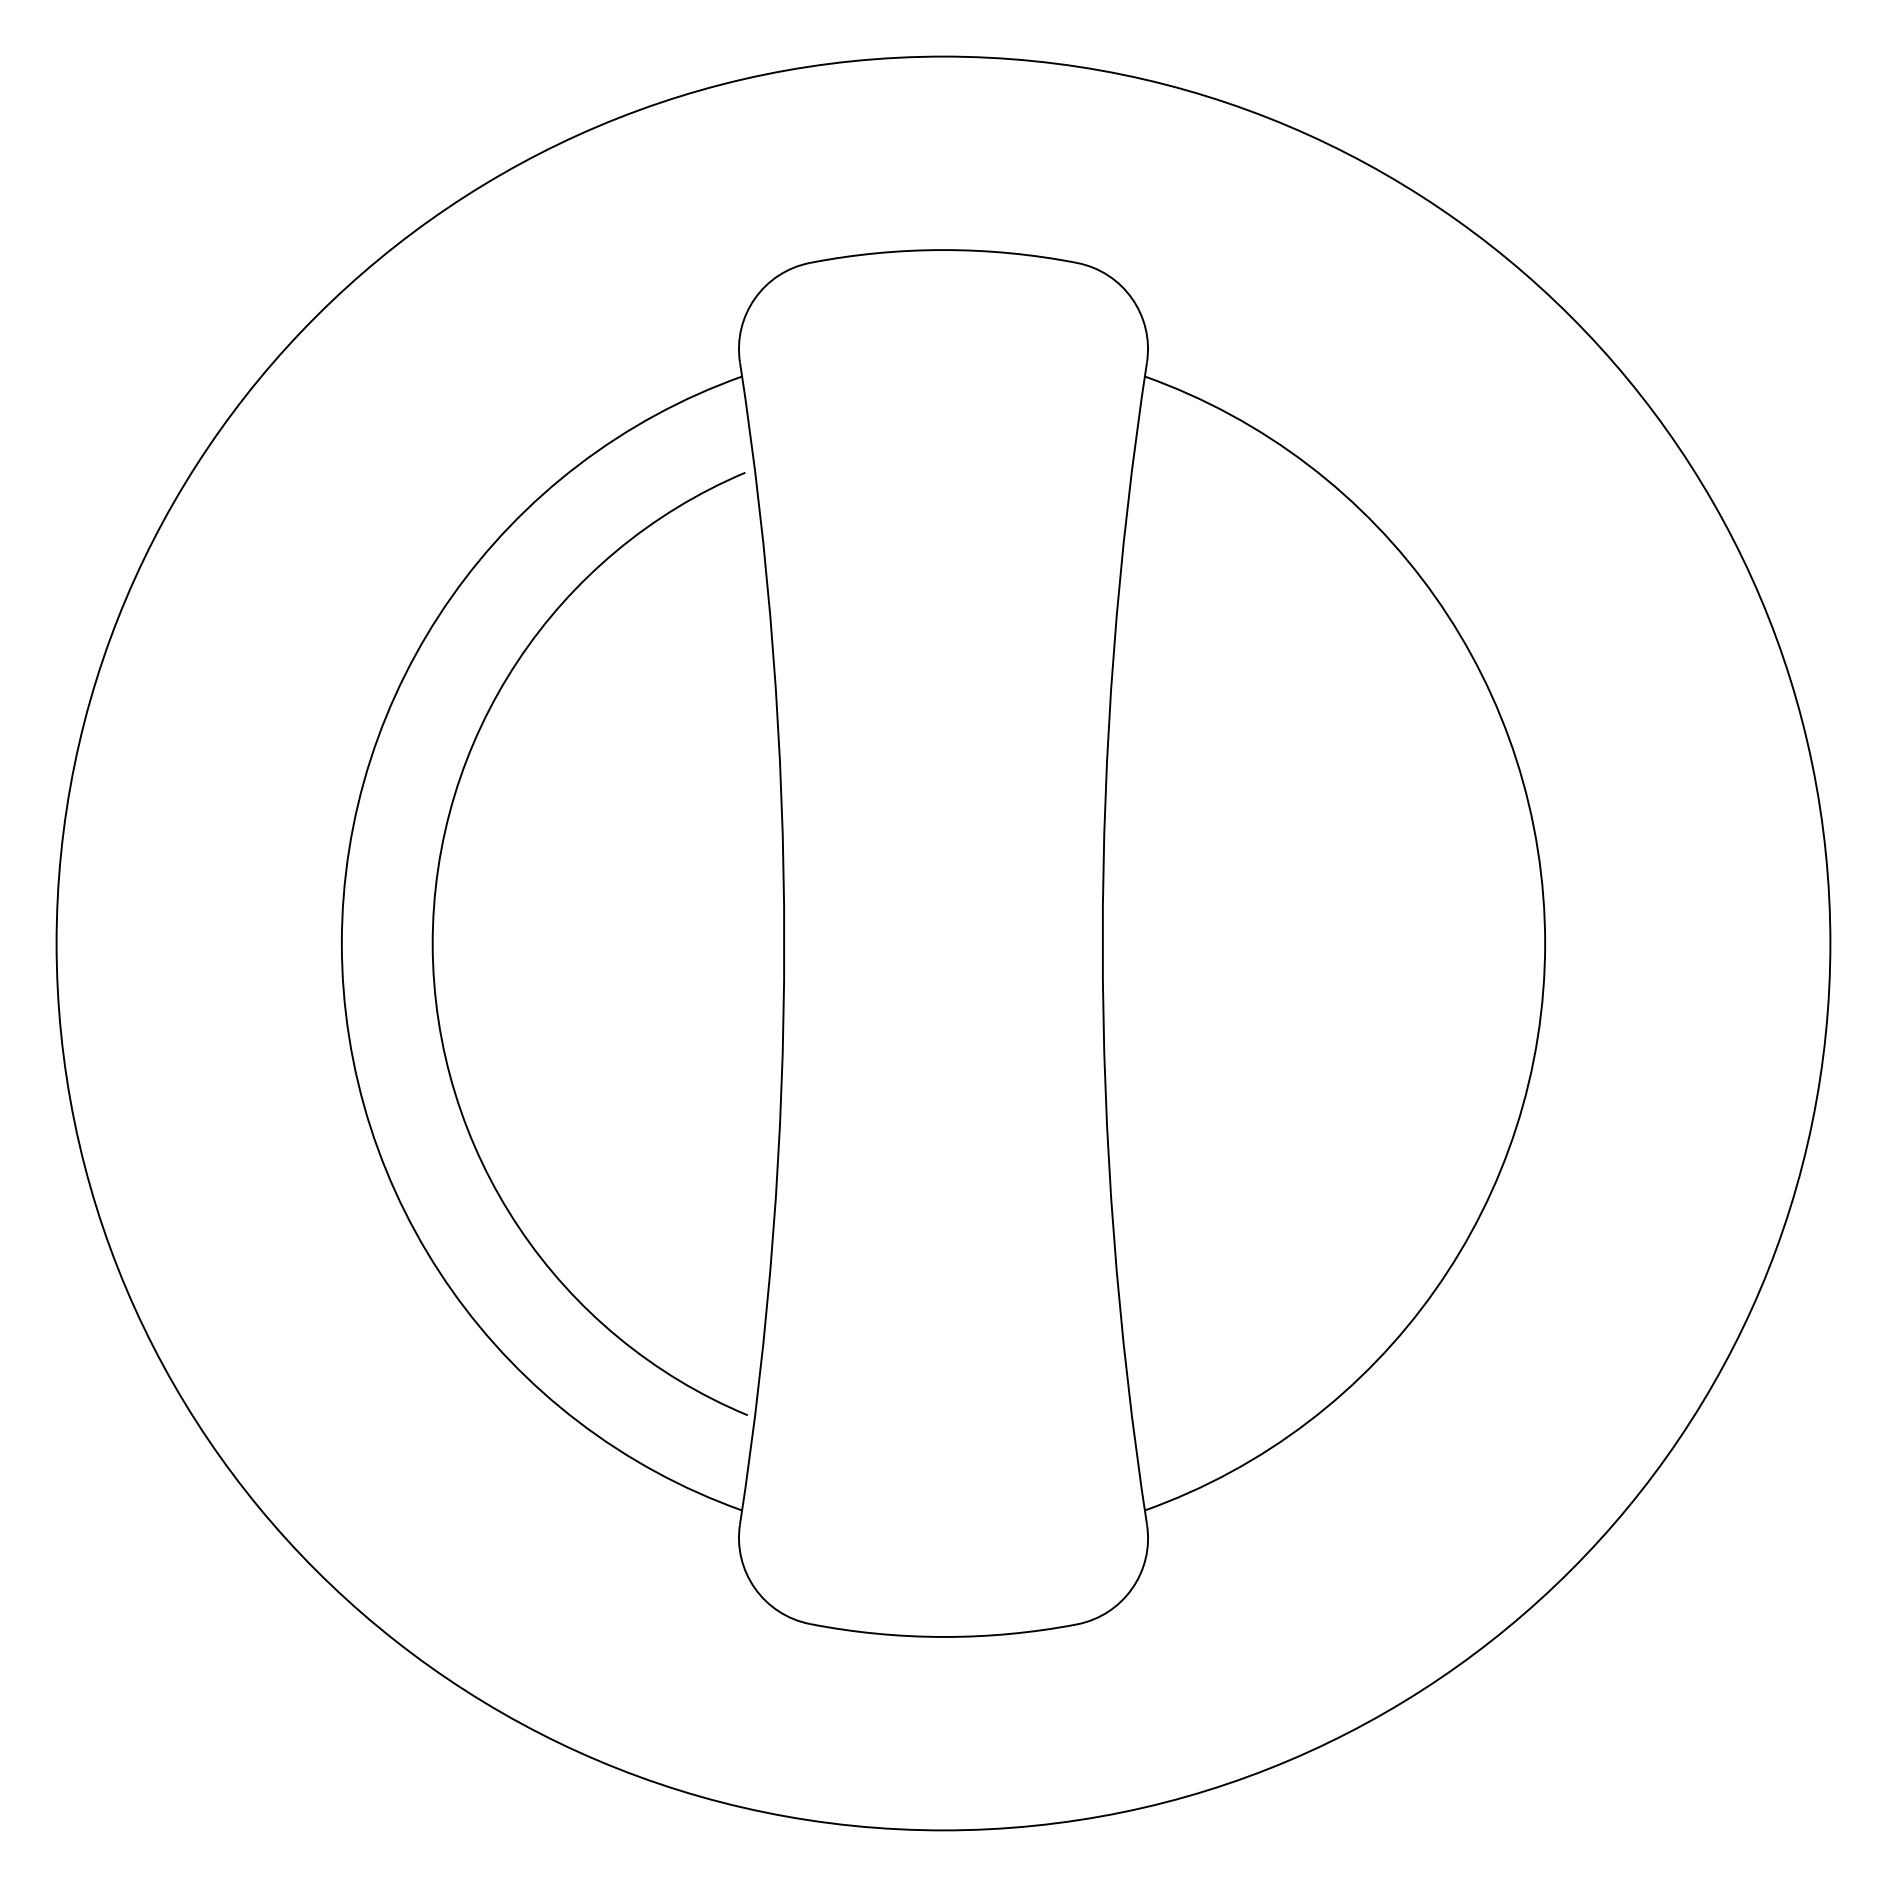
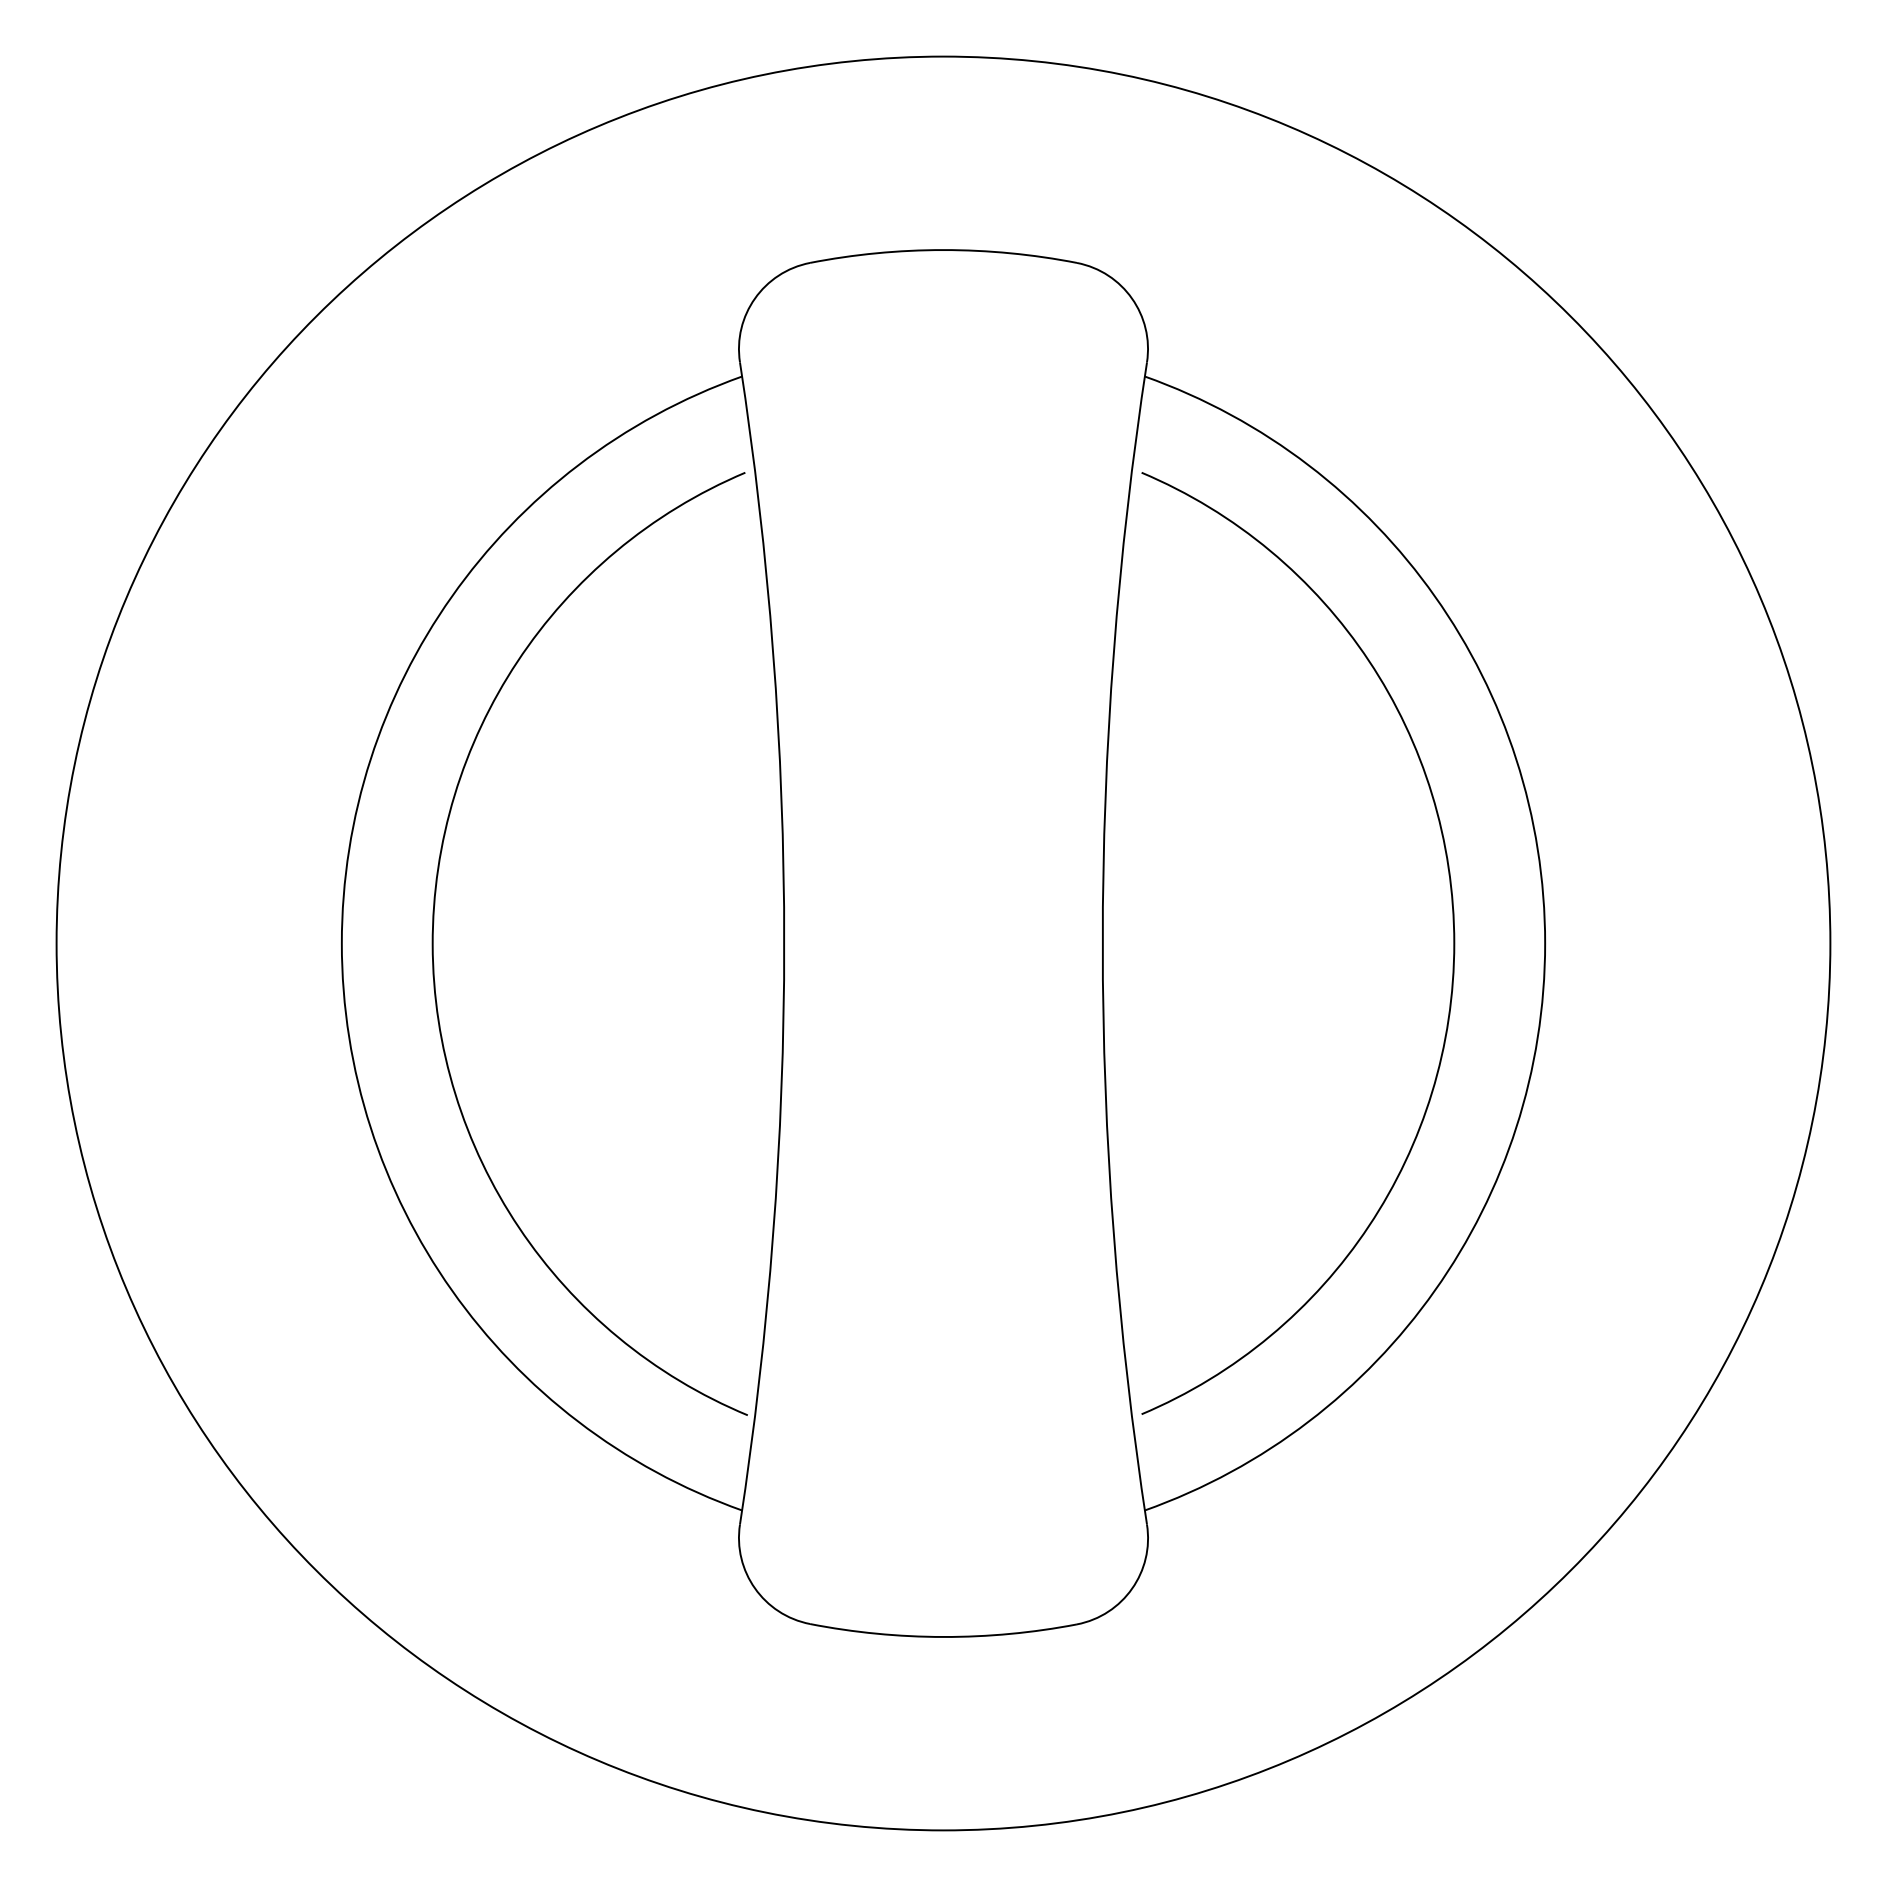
arc at (1453, 943): none -> present
